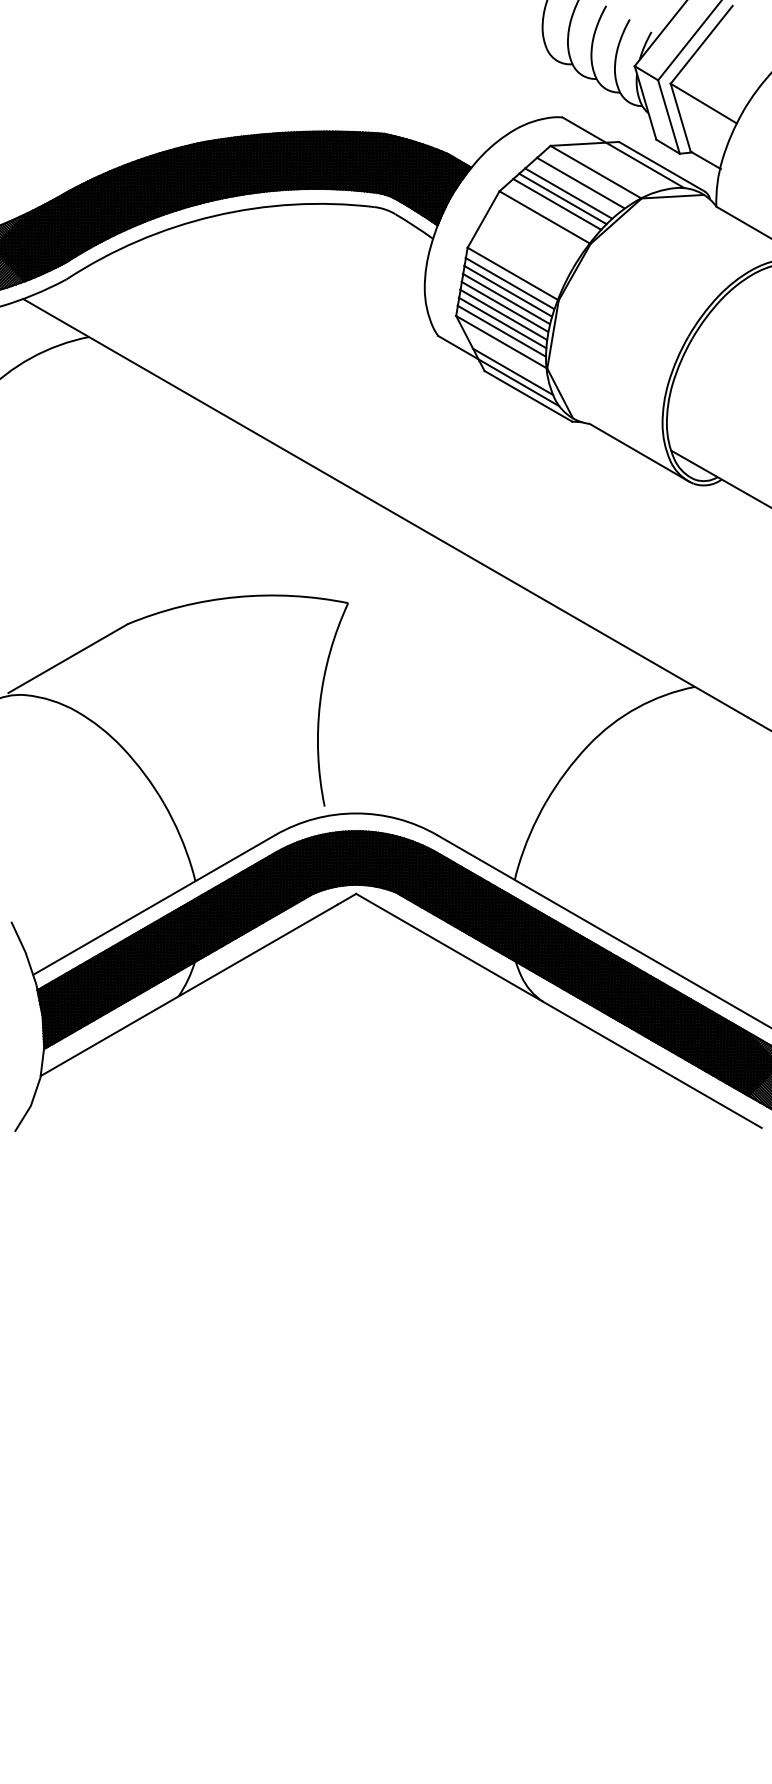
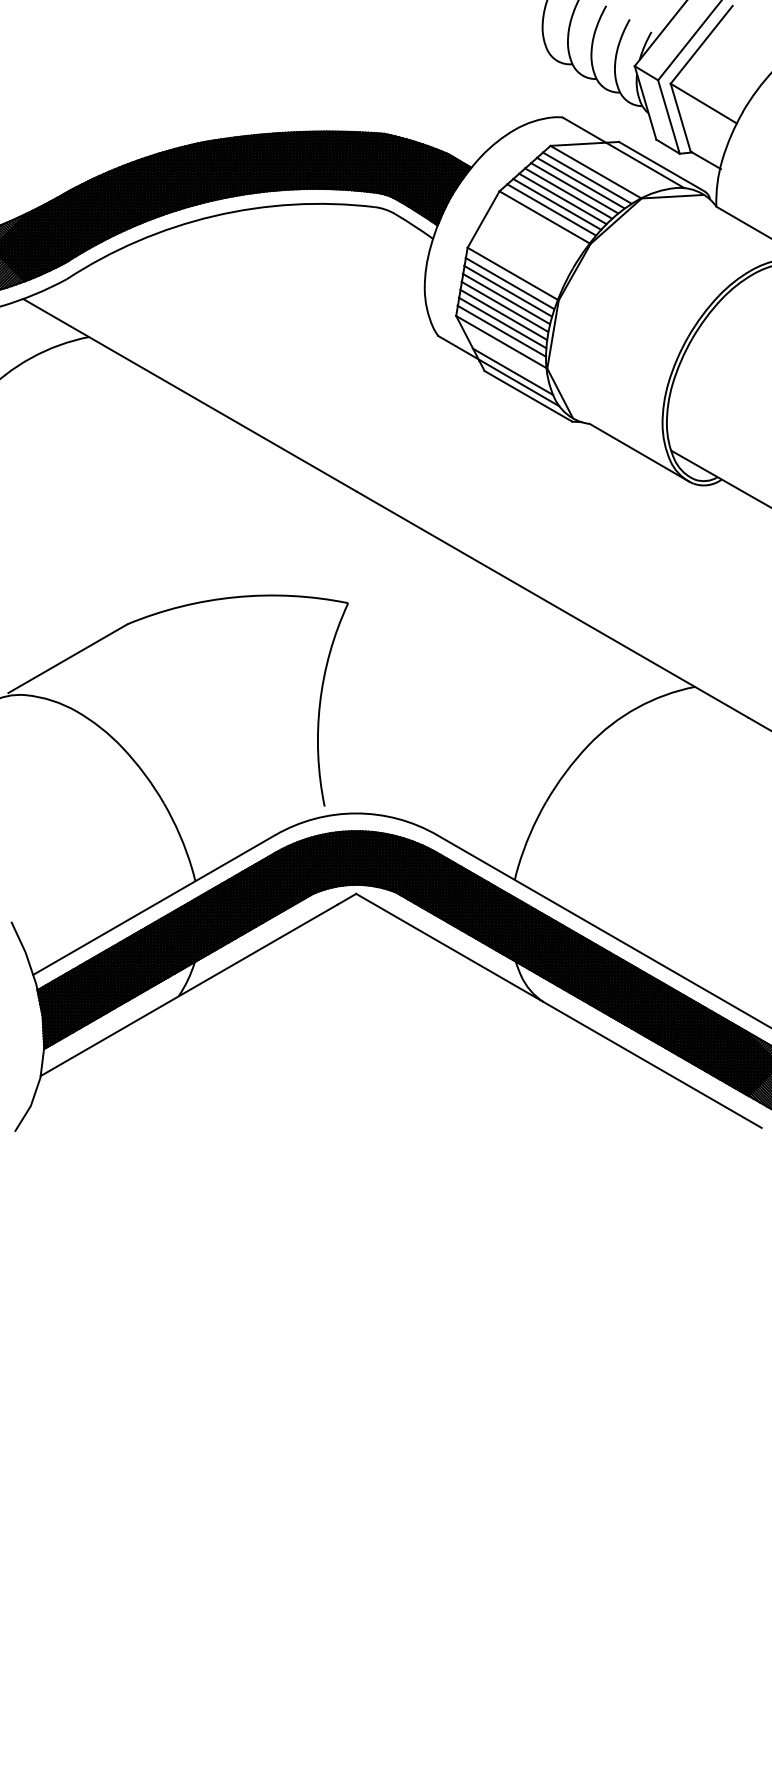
line at (586, 177): none -> present
line at (574, 188): none -> present
line at (551, 209): none -> present
